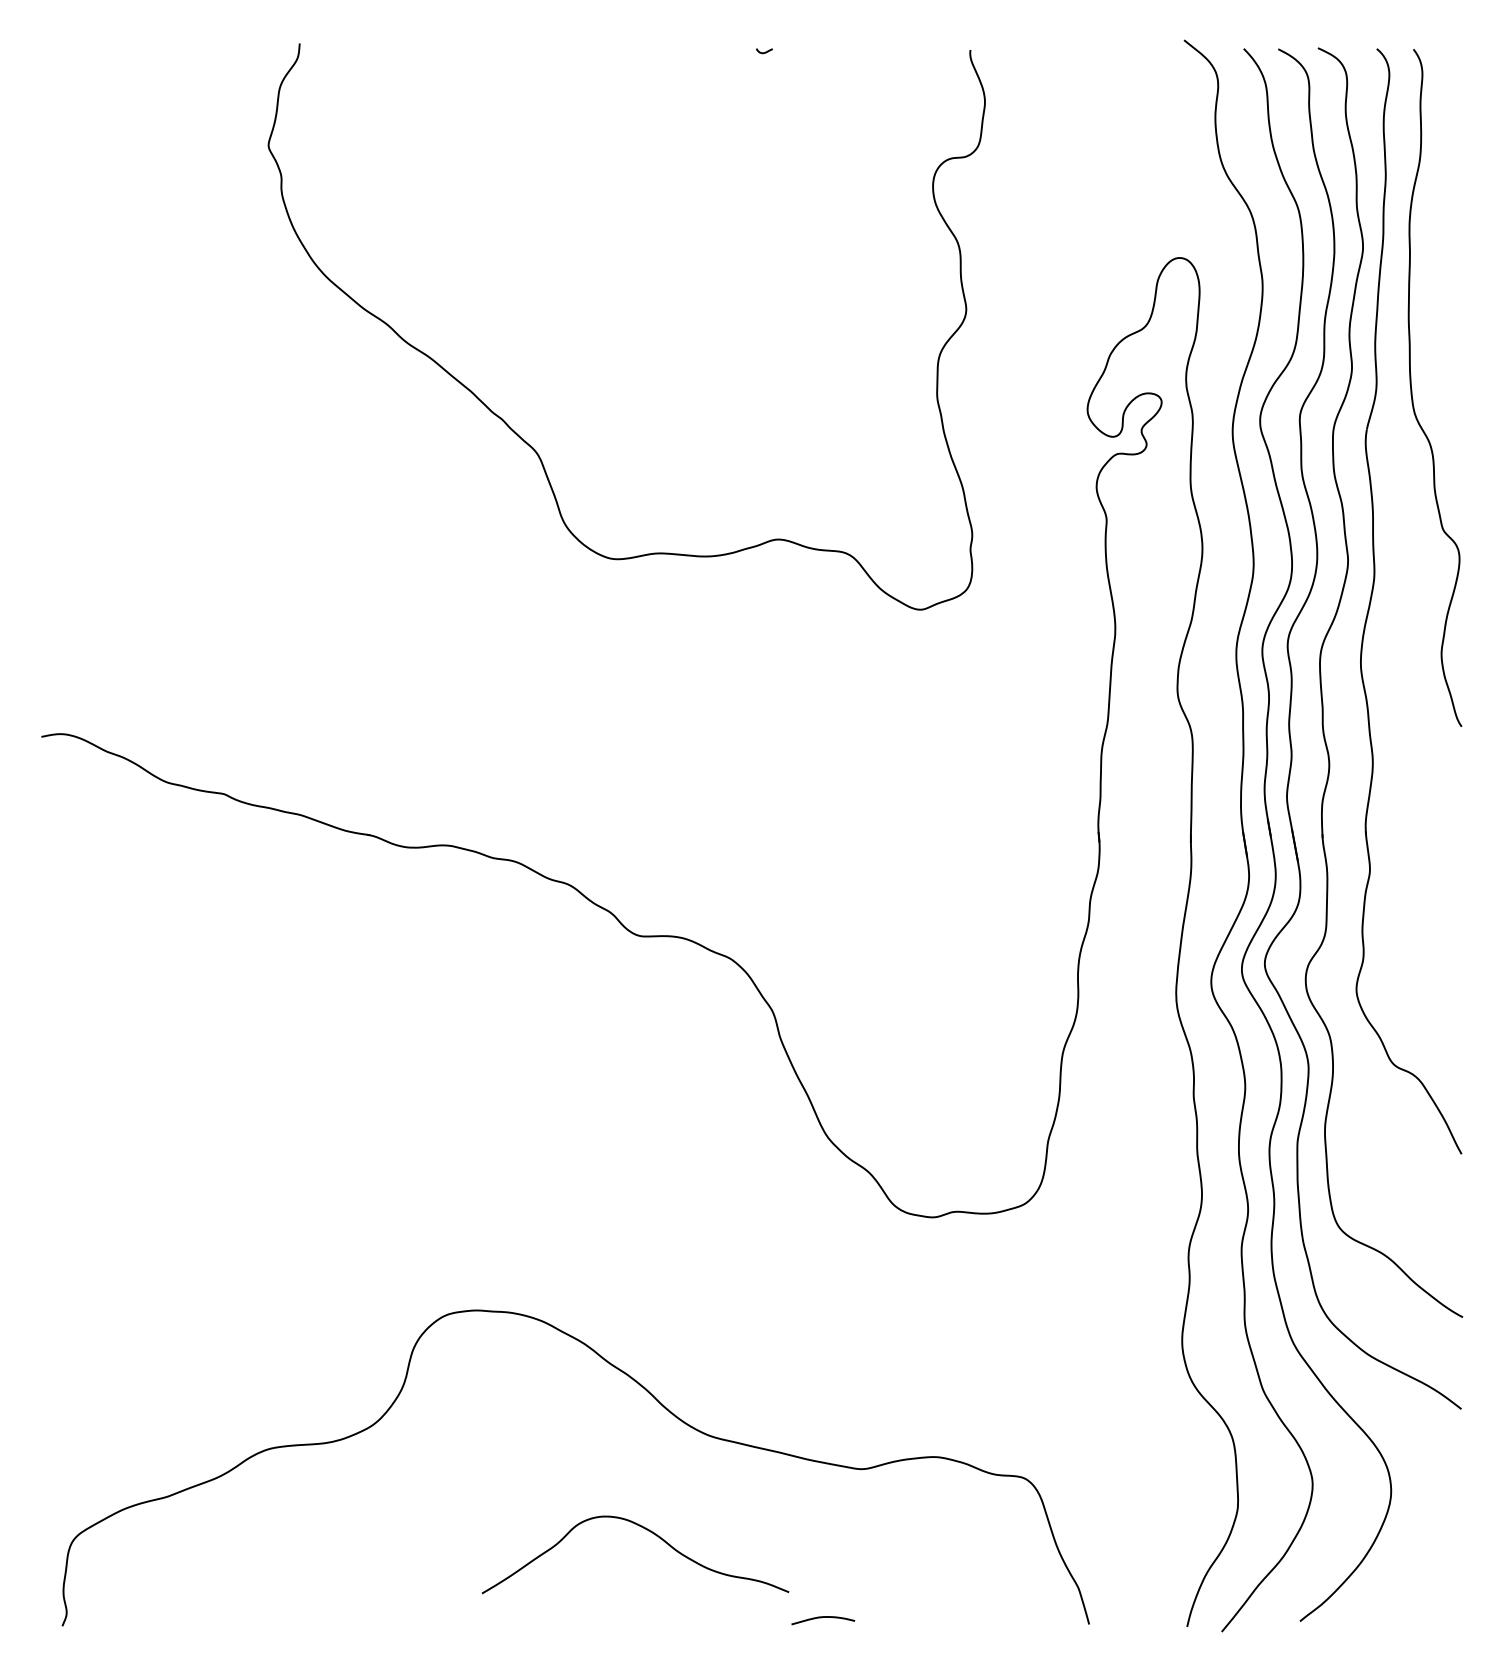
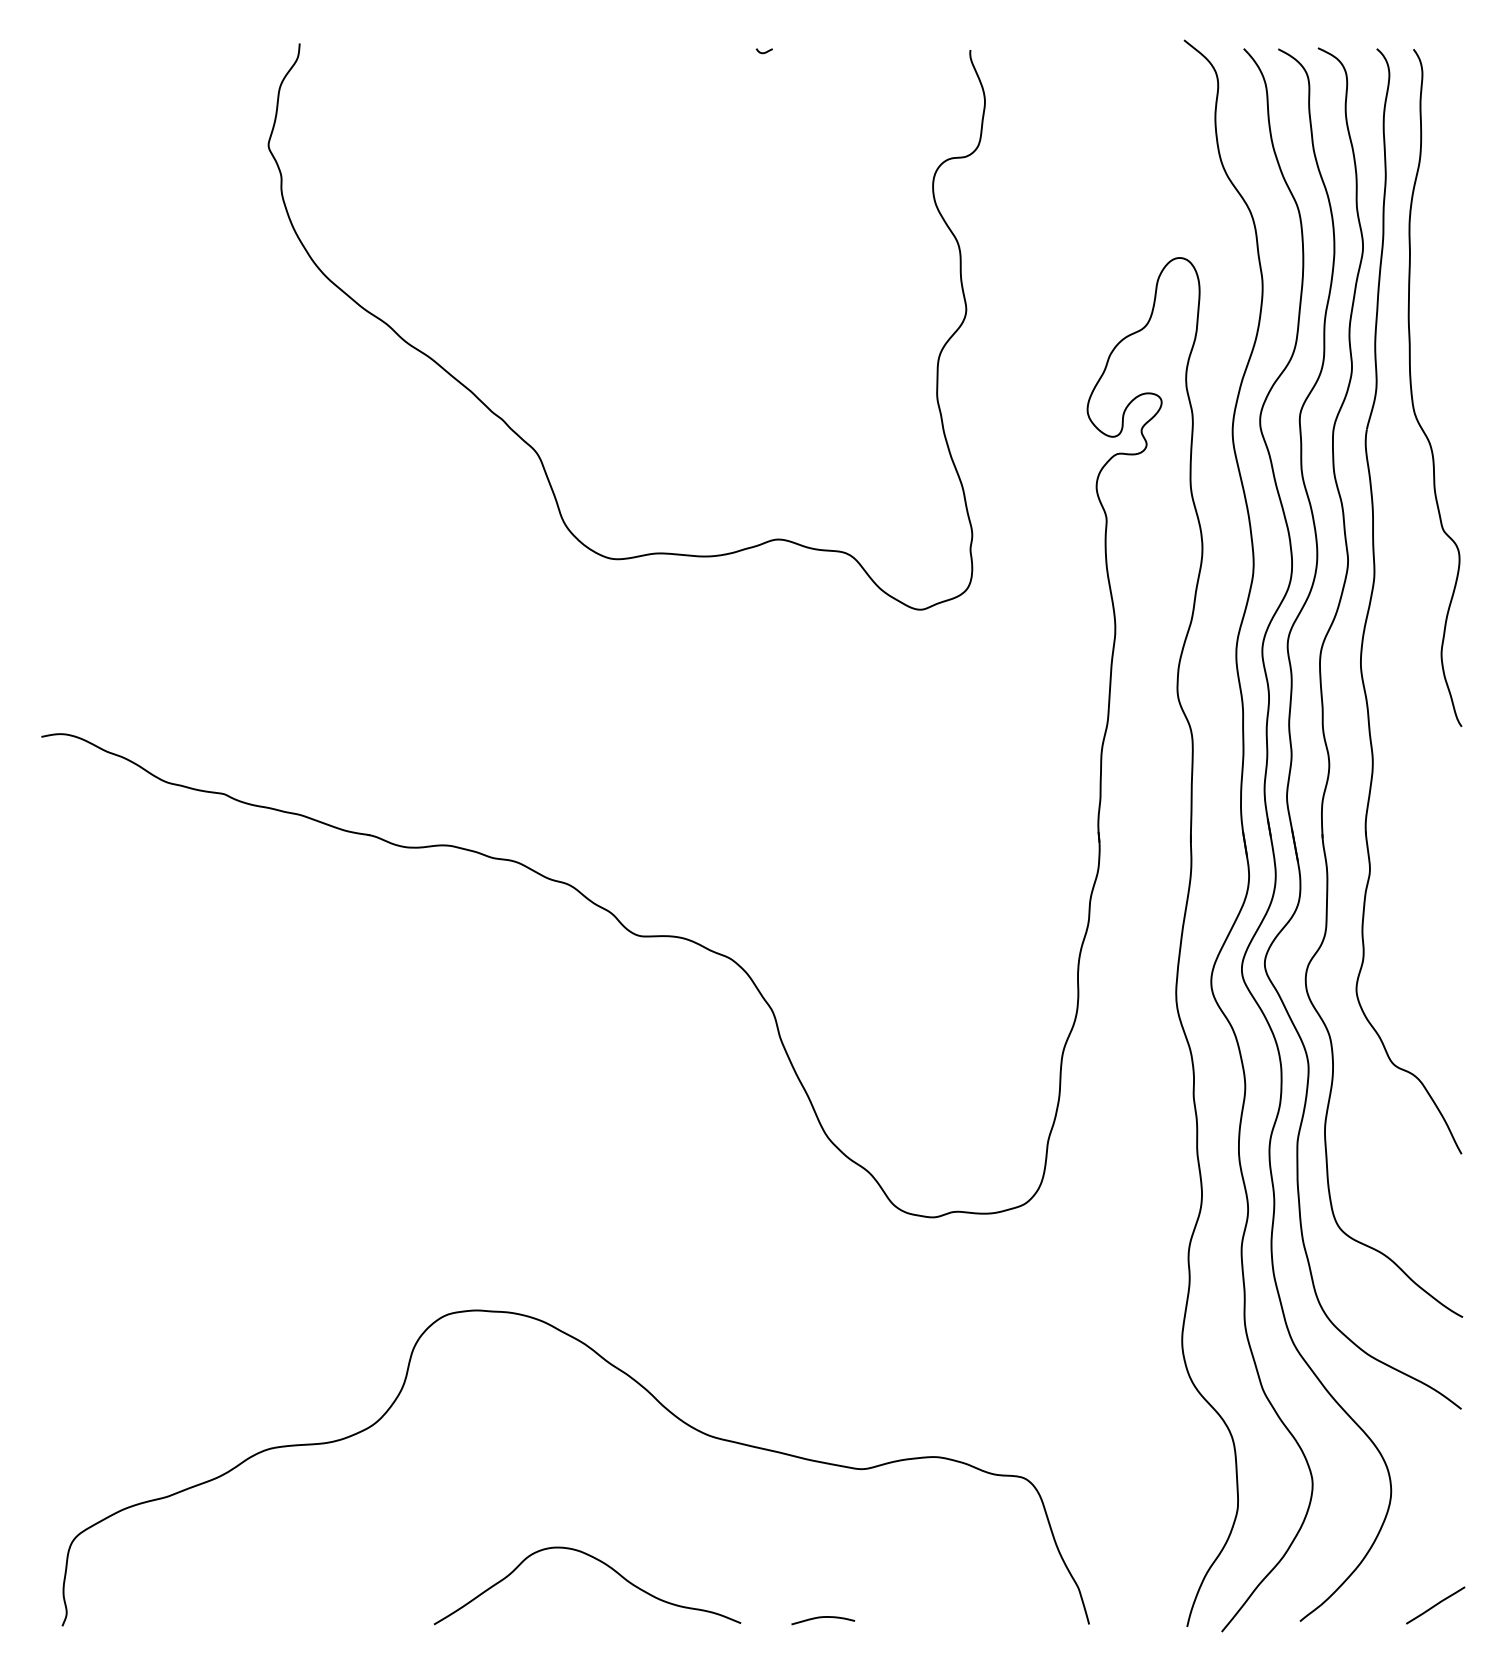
curve at (646, 1530) position: (646, 1530) -> (598, 1561)
line at (1435, 1605): none -> present
